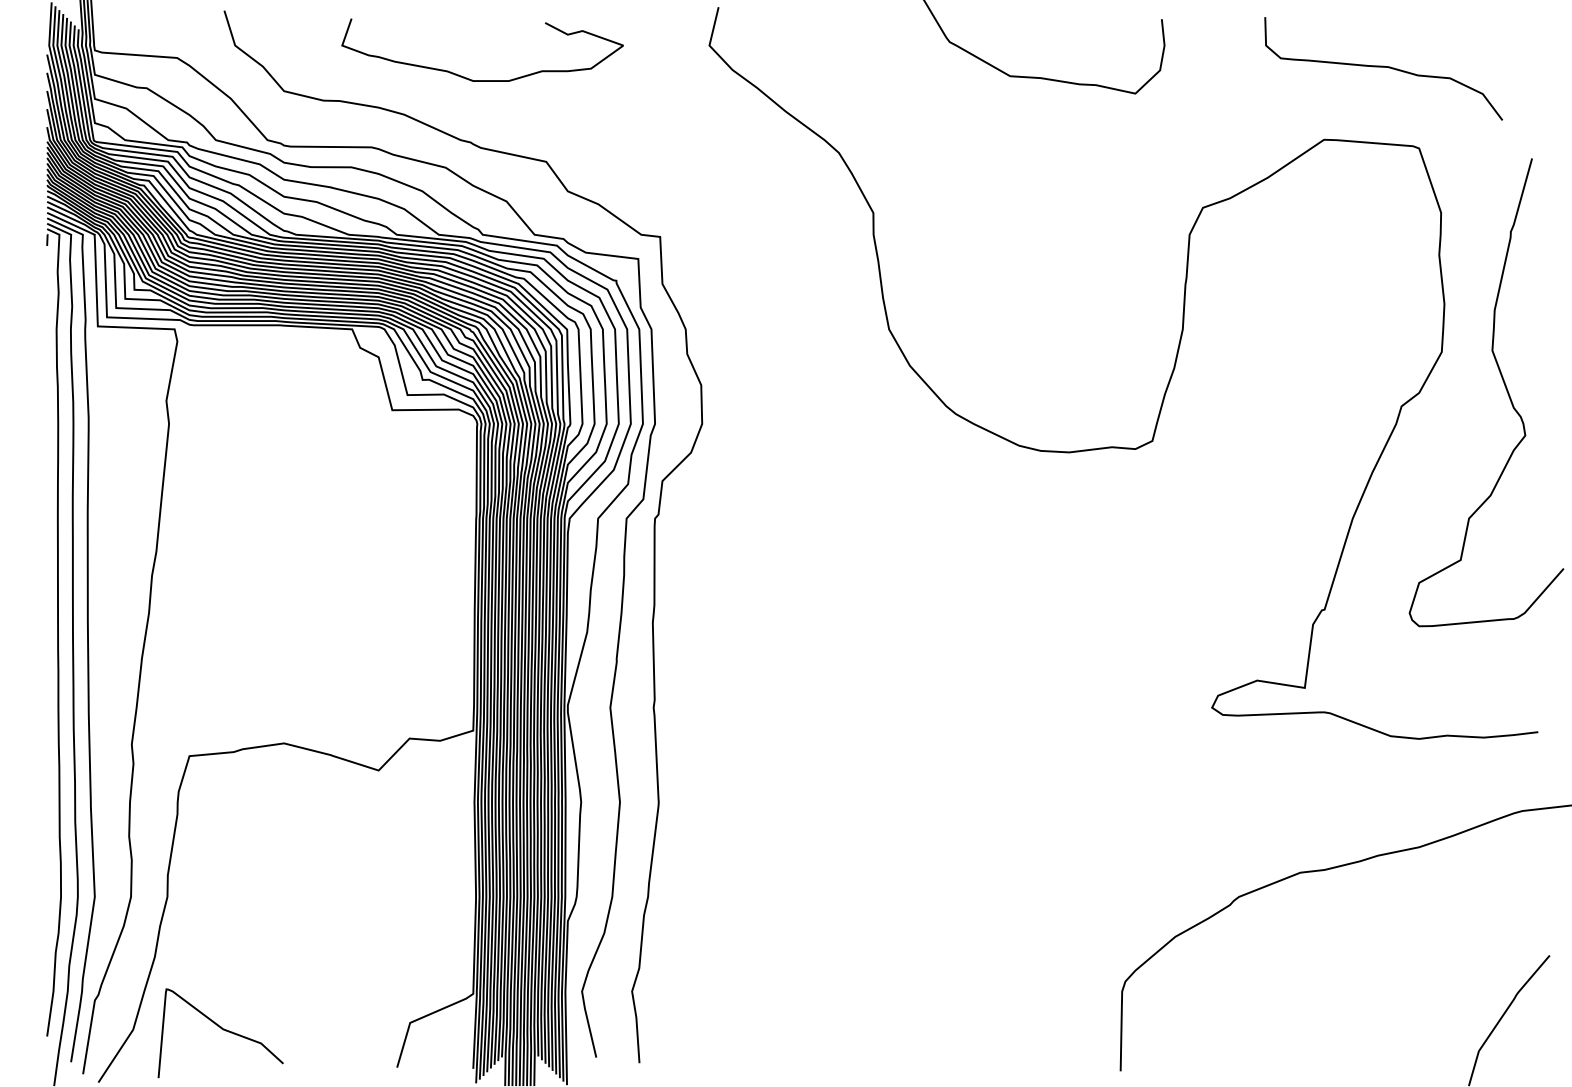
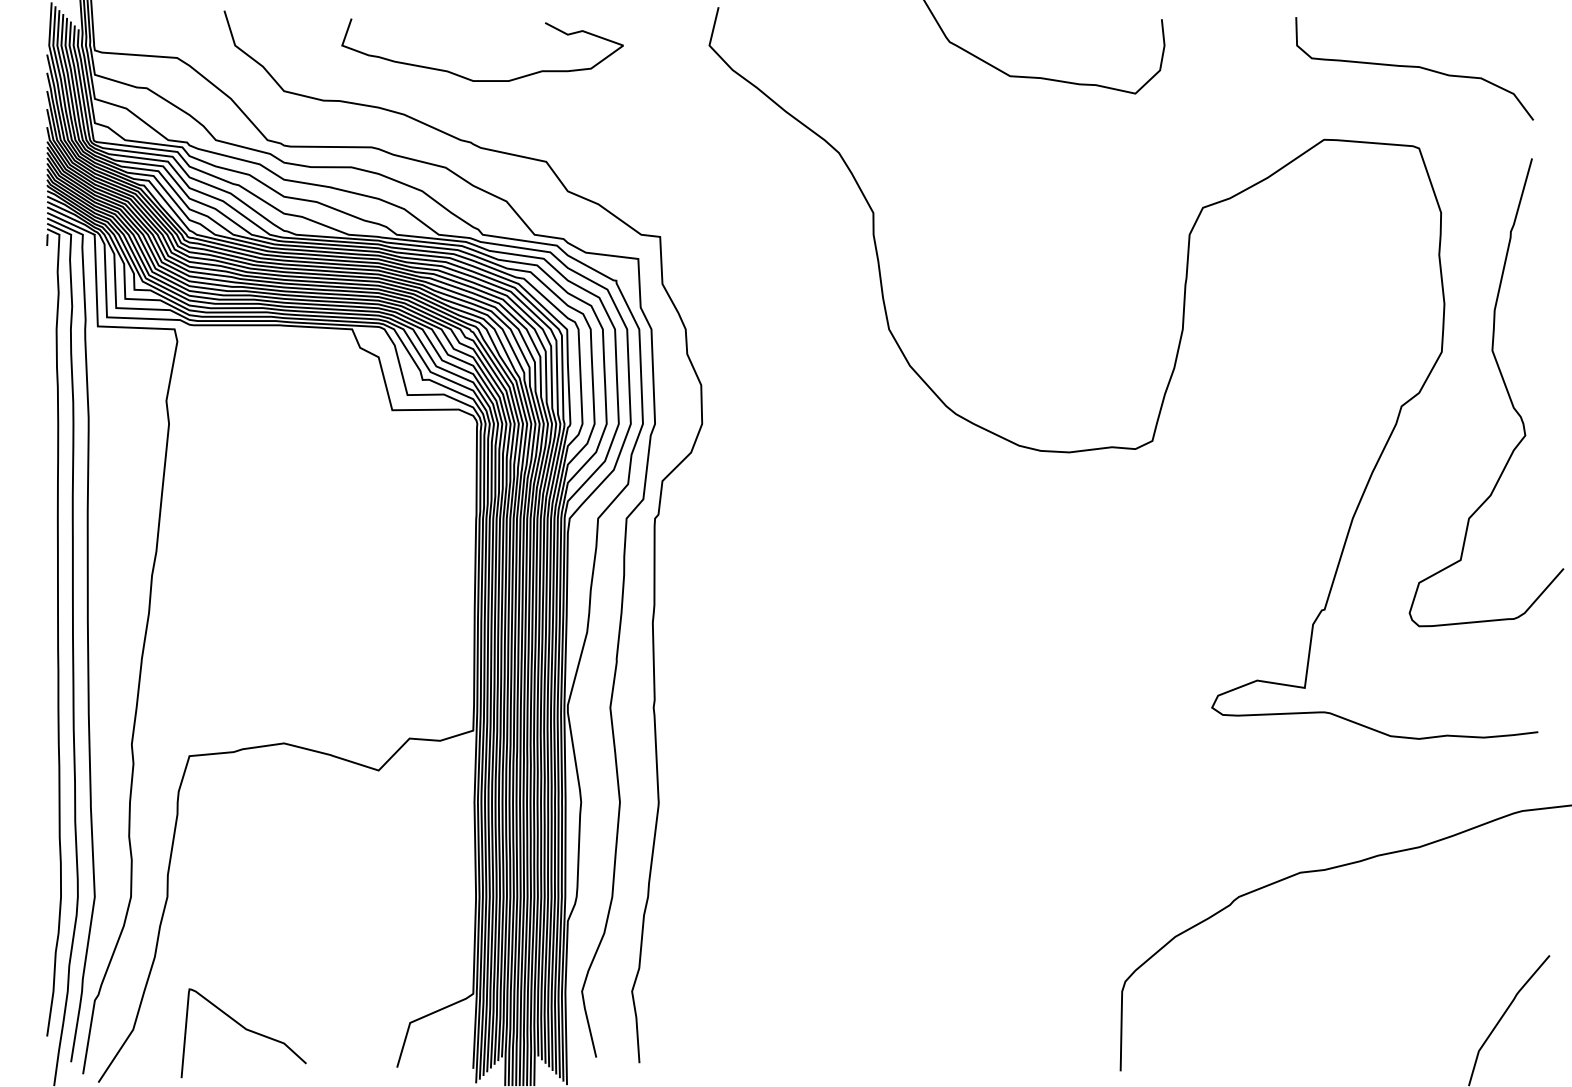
curve at (1383, 67) position: (1383, 67) -> (1414, 67)
curve at (221, 1029) position: (221, 1029) -> (244, 1029)
